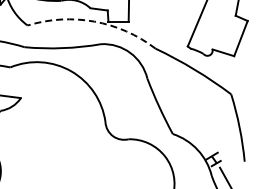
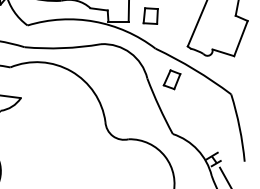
part at (150, 15): none -> present
arc at (94, 21): dashed -> solid
part at (171, 79): none -> present
